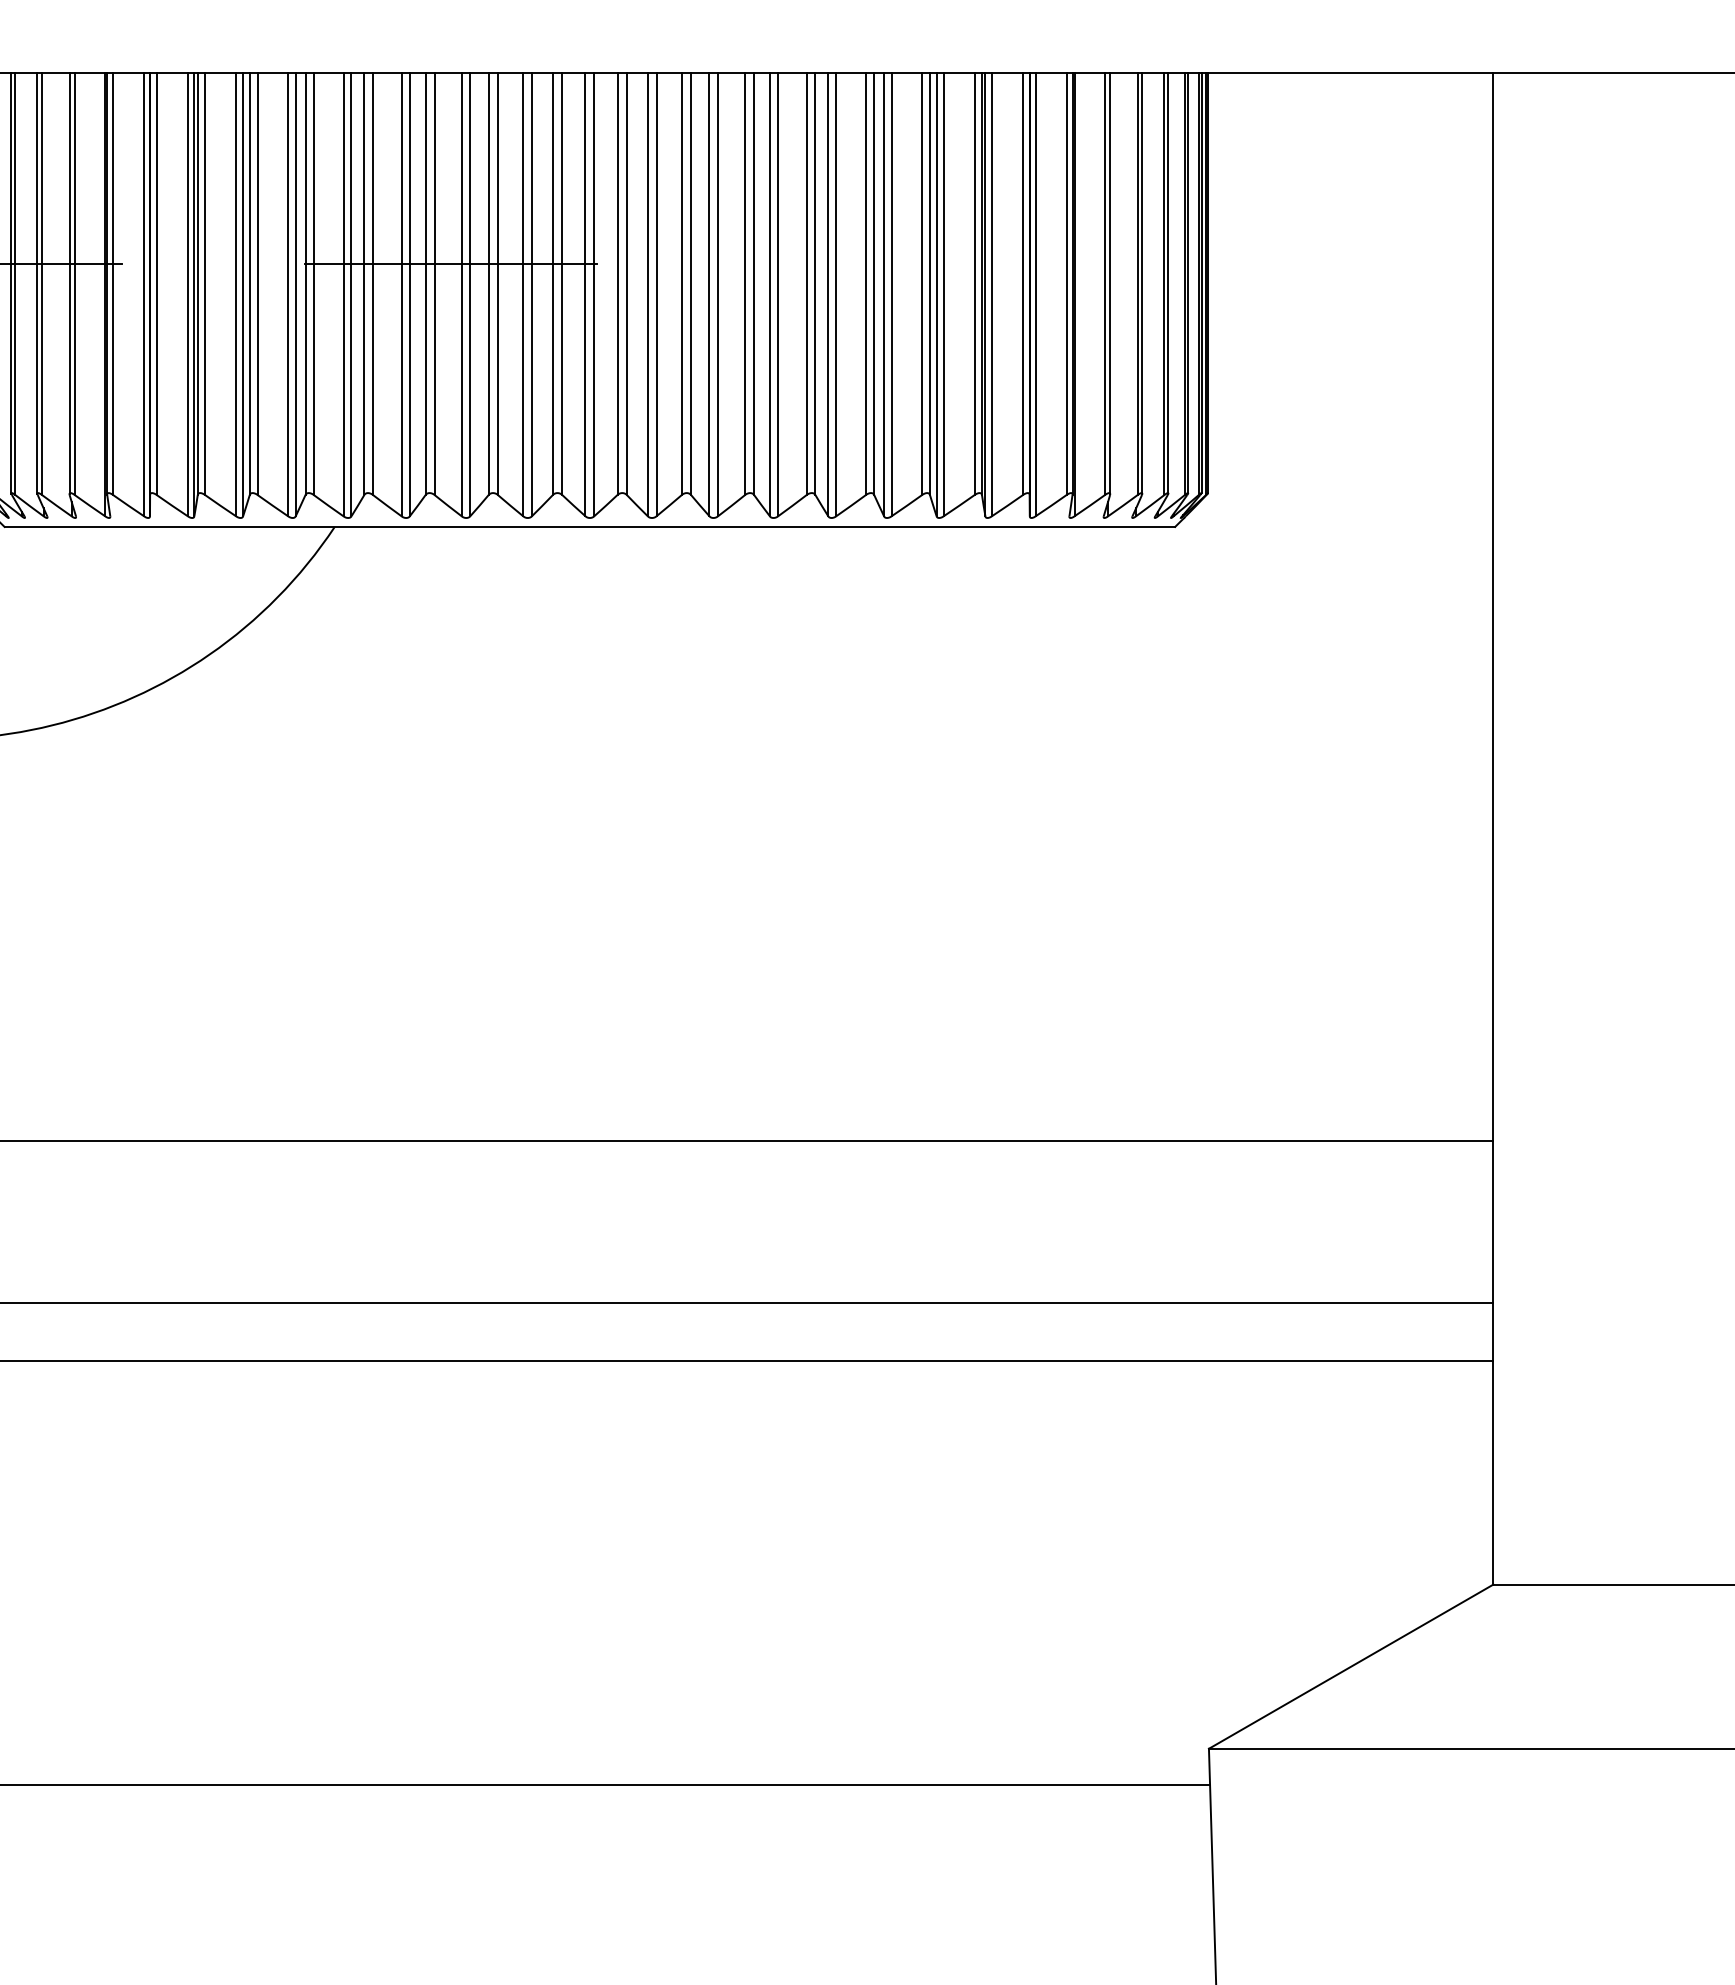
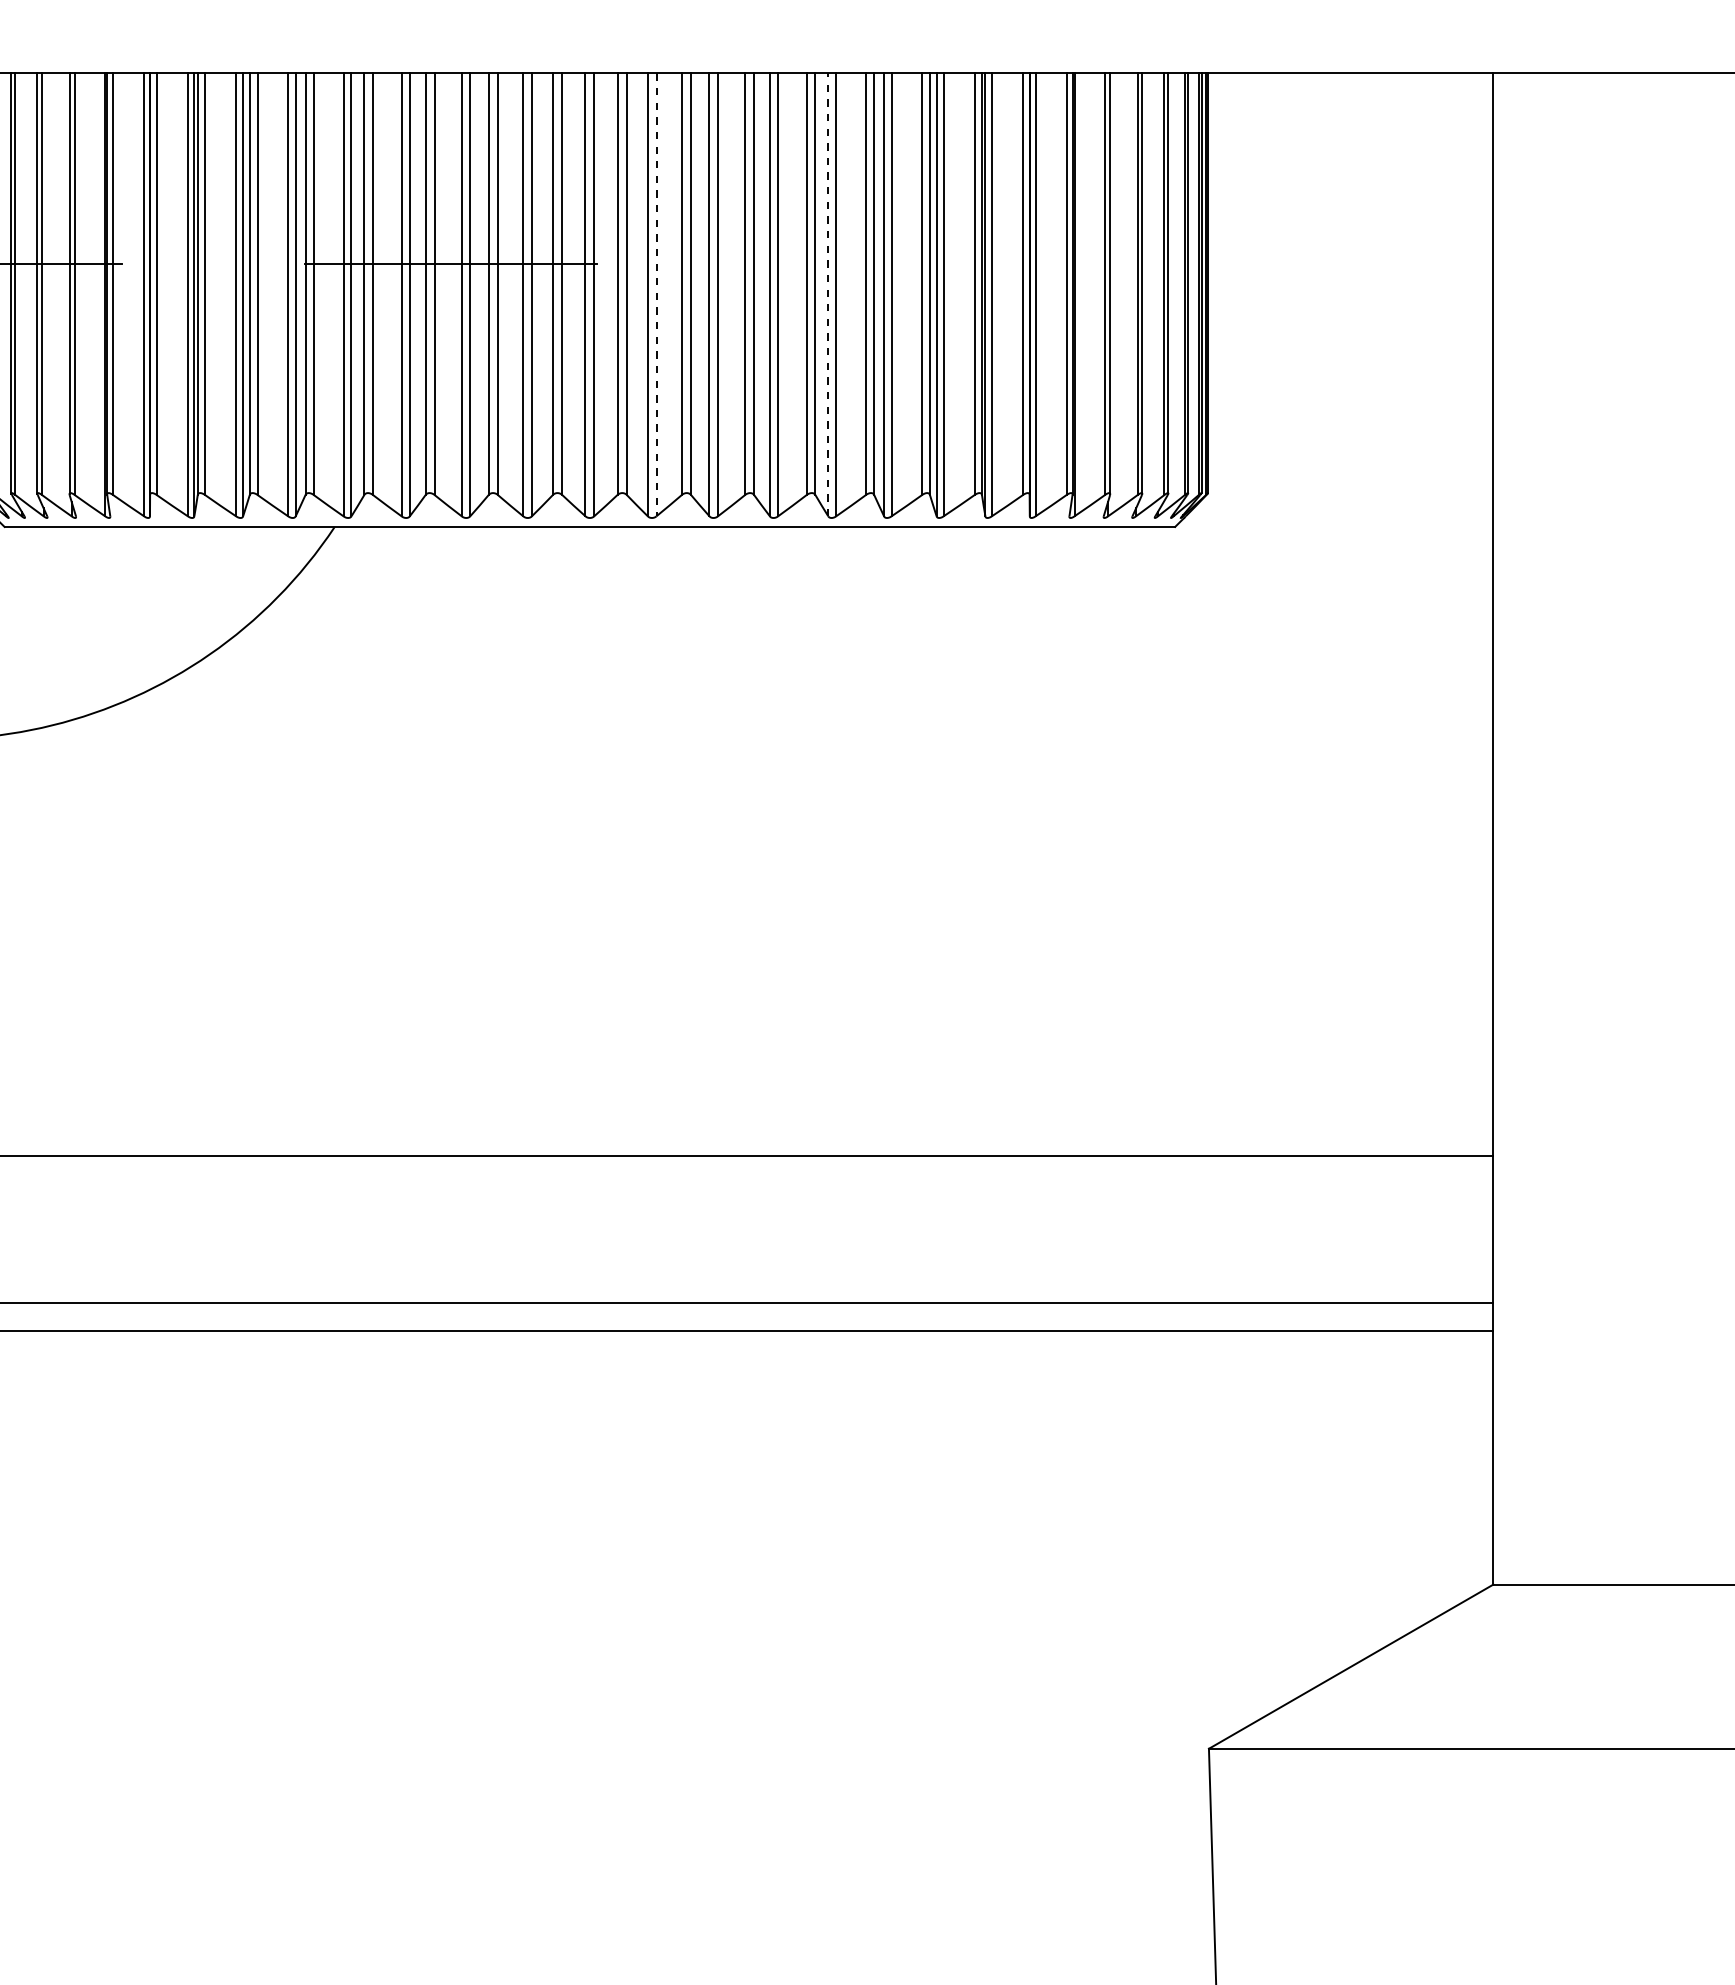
line at (828, 294): solid -> dashed
line at (656, 295): solid -> dashed
line at (747, 1141) position: (747, 1141) -> (747, 1156)
line at (747, 1361) position: (747, 1361) -> (747, 1331)
line at (606, 1785): present -> none
